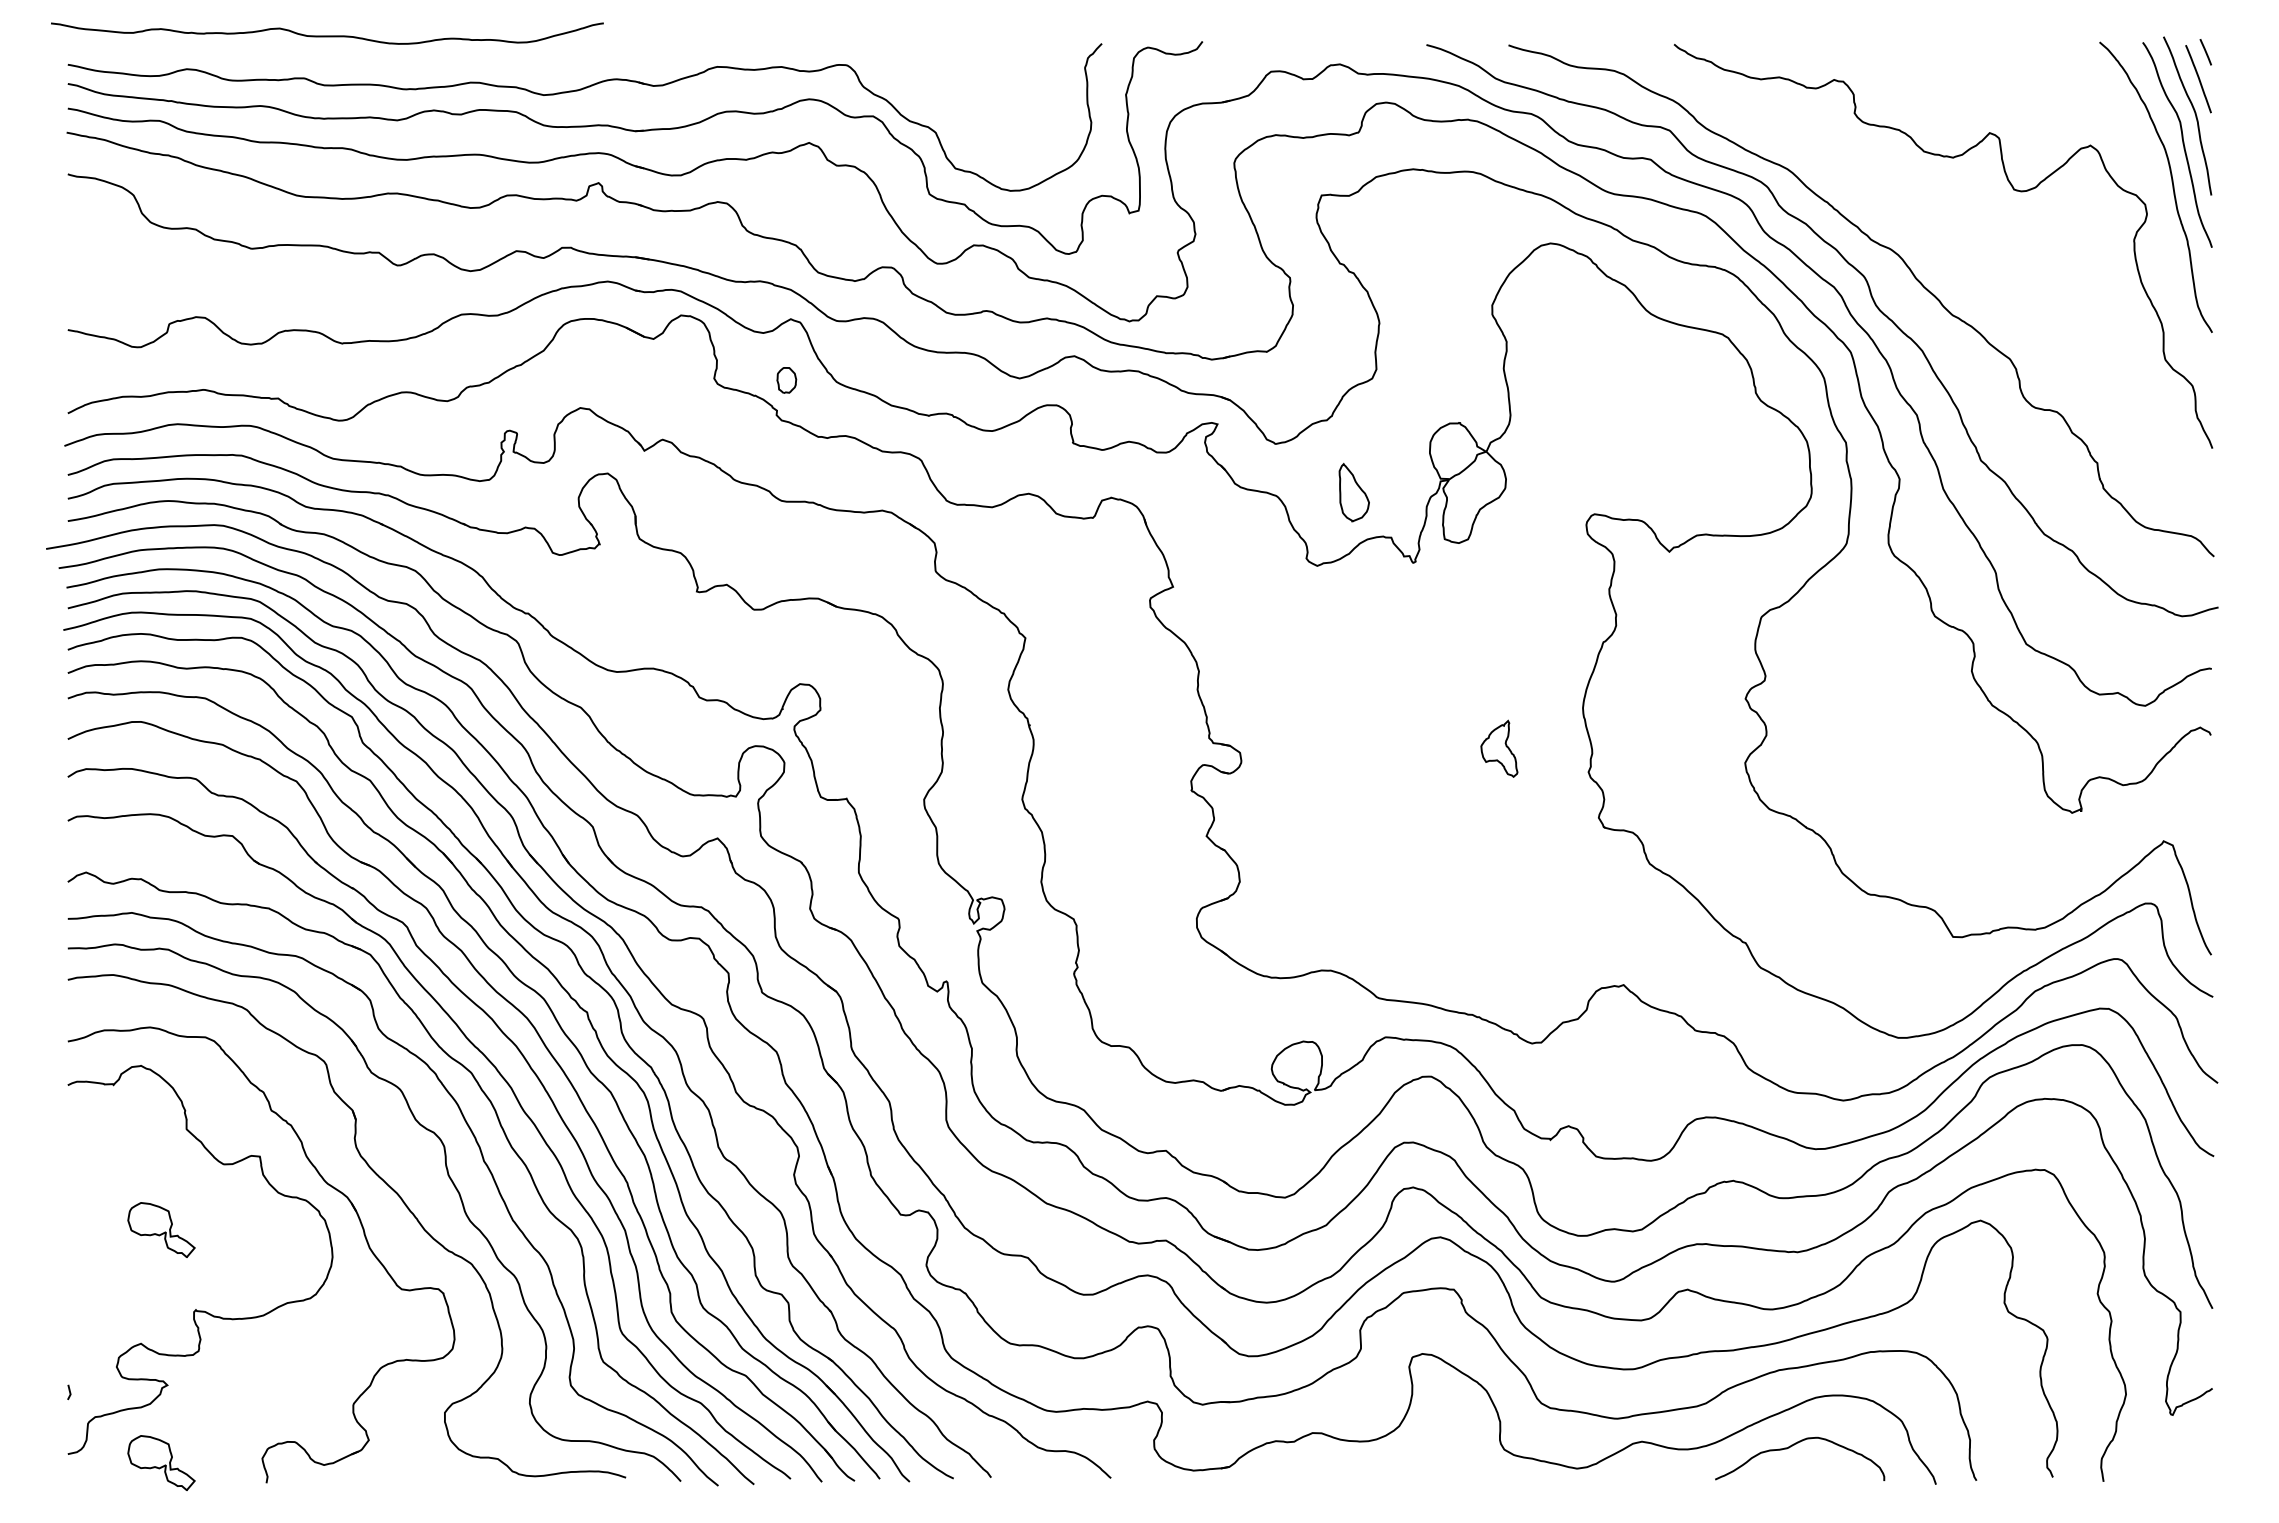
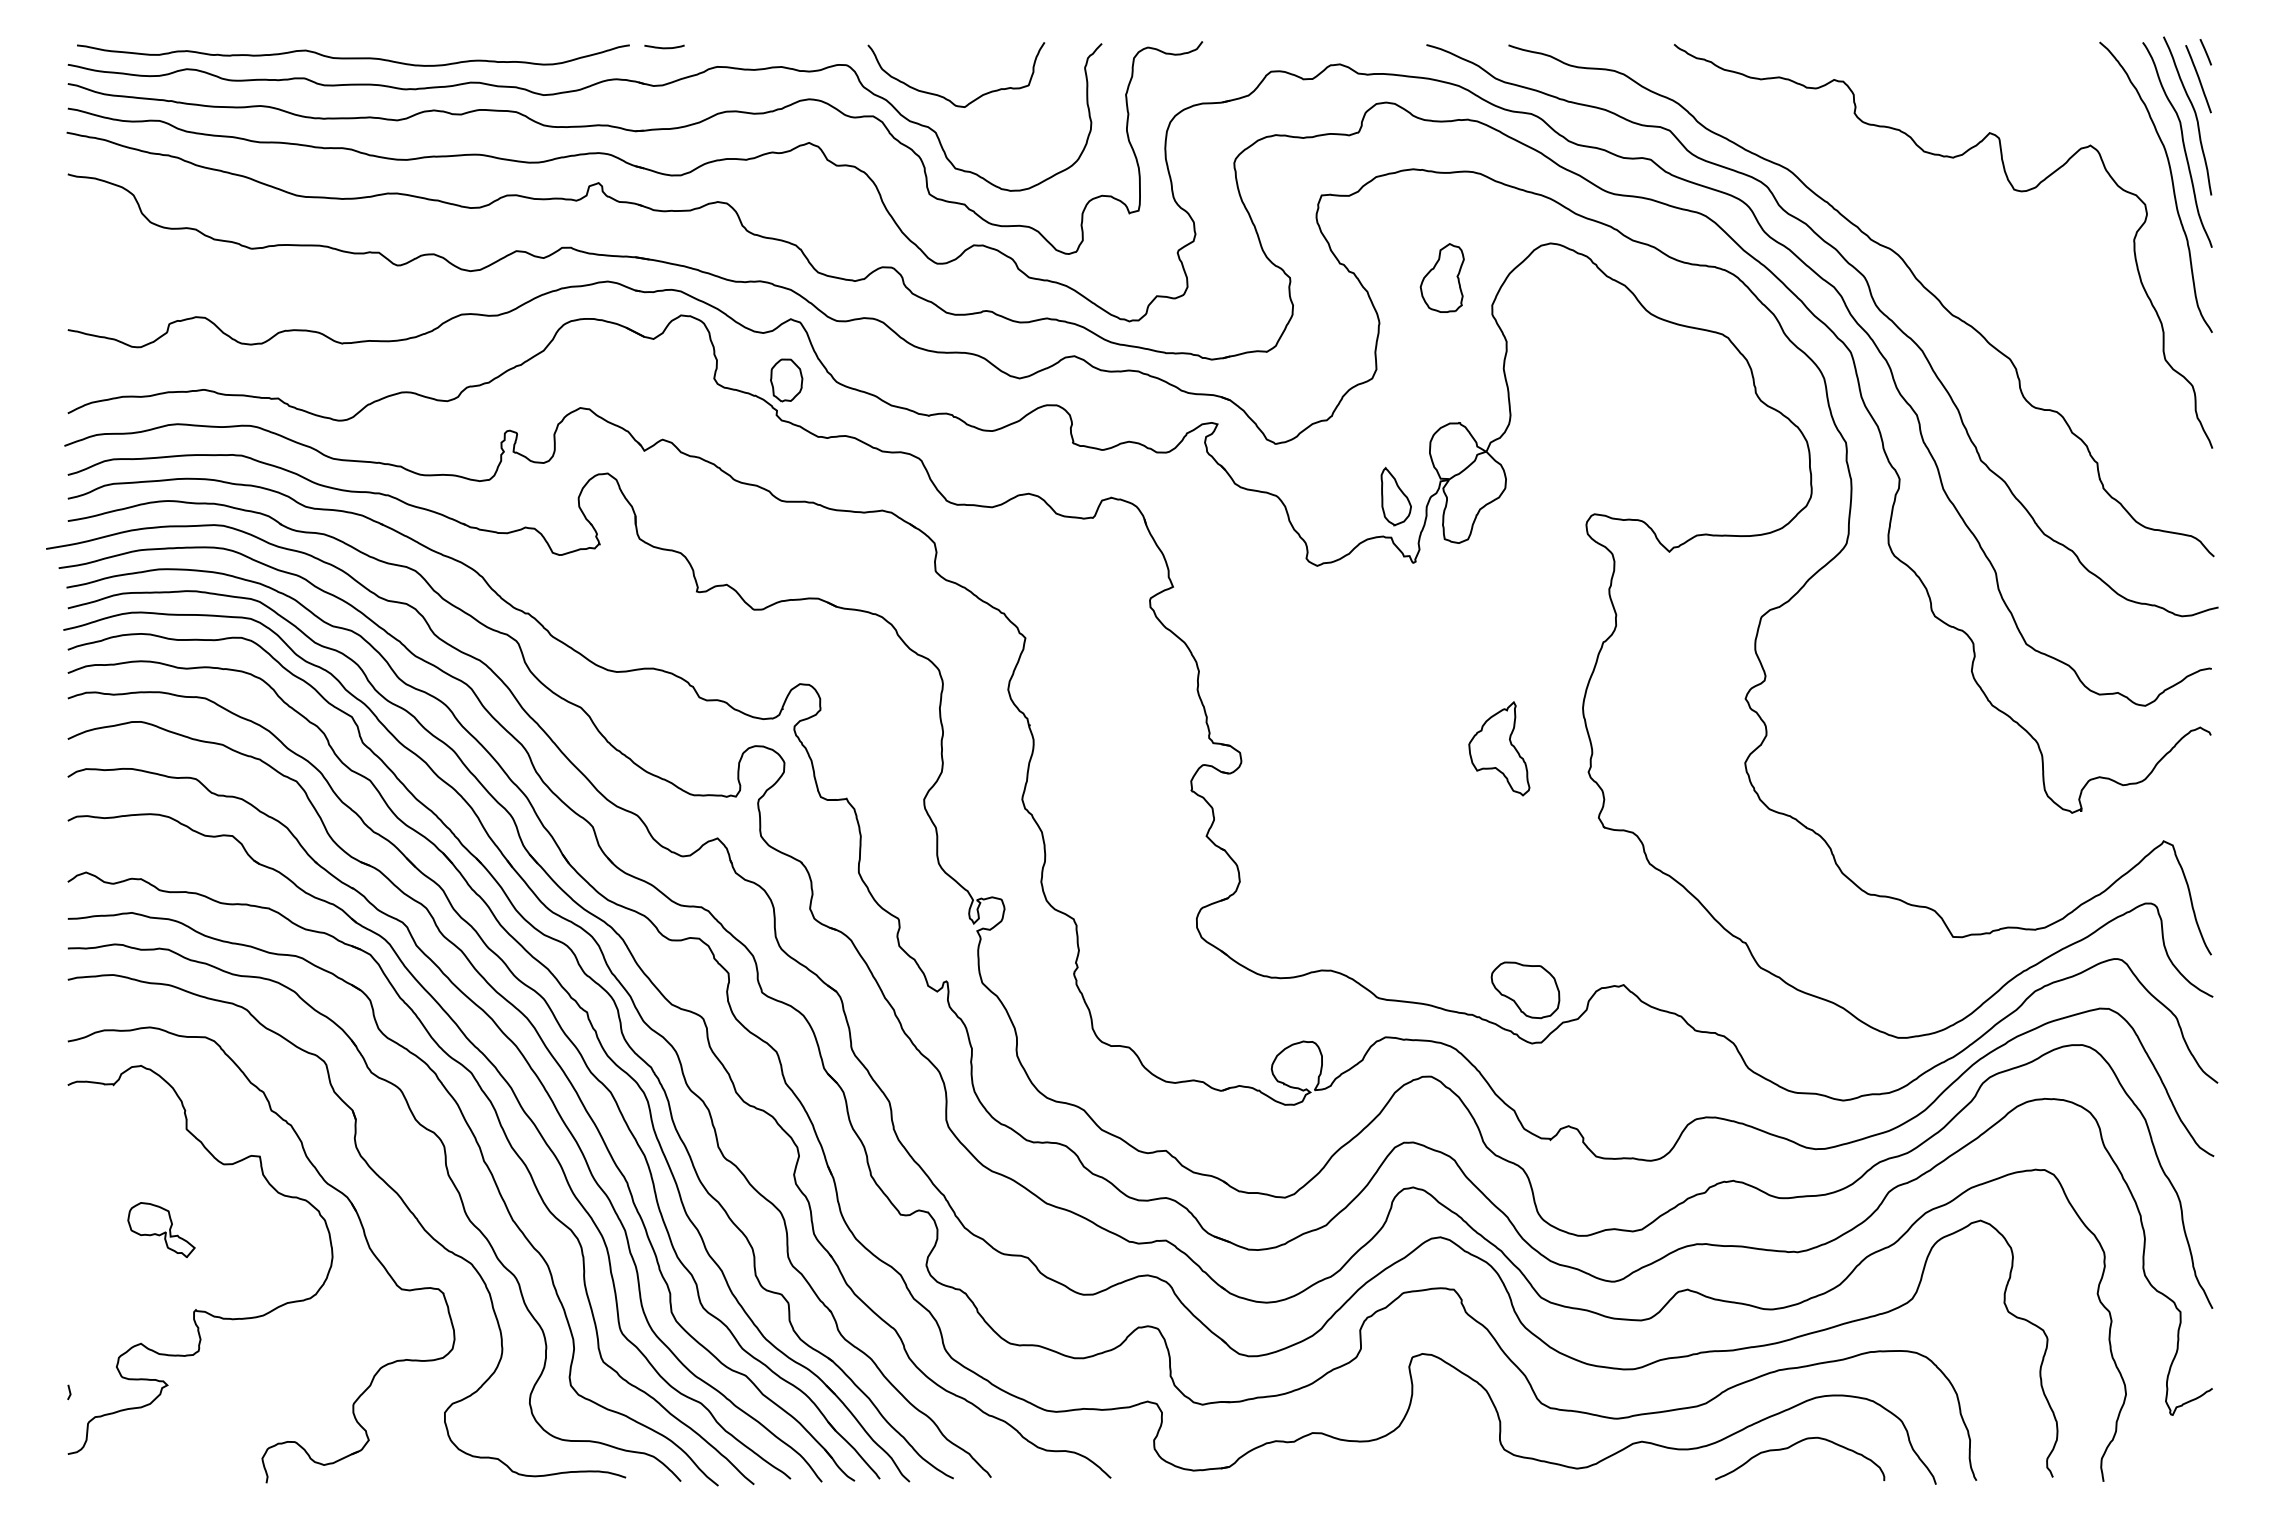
curve at (327, 35) position: (327, 35) -> (353, 57)
curve at (664, 47): none -> present
curve at (944, 96): none -> present
part at (1441, 277): none -> present
part at (786, 380) size: 22x27 px -> 34x45 px
part at (1353, 492) position: (1353, 492) -> (1395, 496)
part at (1499, 748) size: 39x59 px -> 63x96 px
part at (1525, 990): none -> present
part at (161, 1462): present -> none
